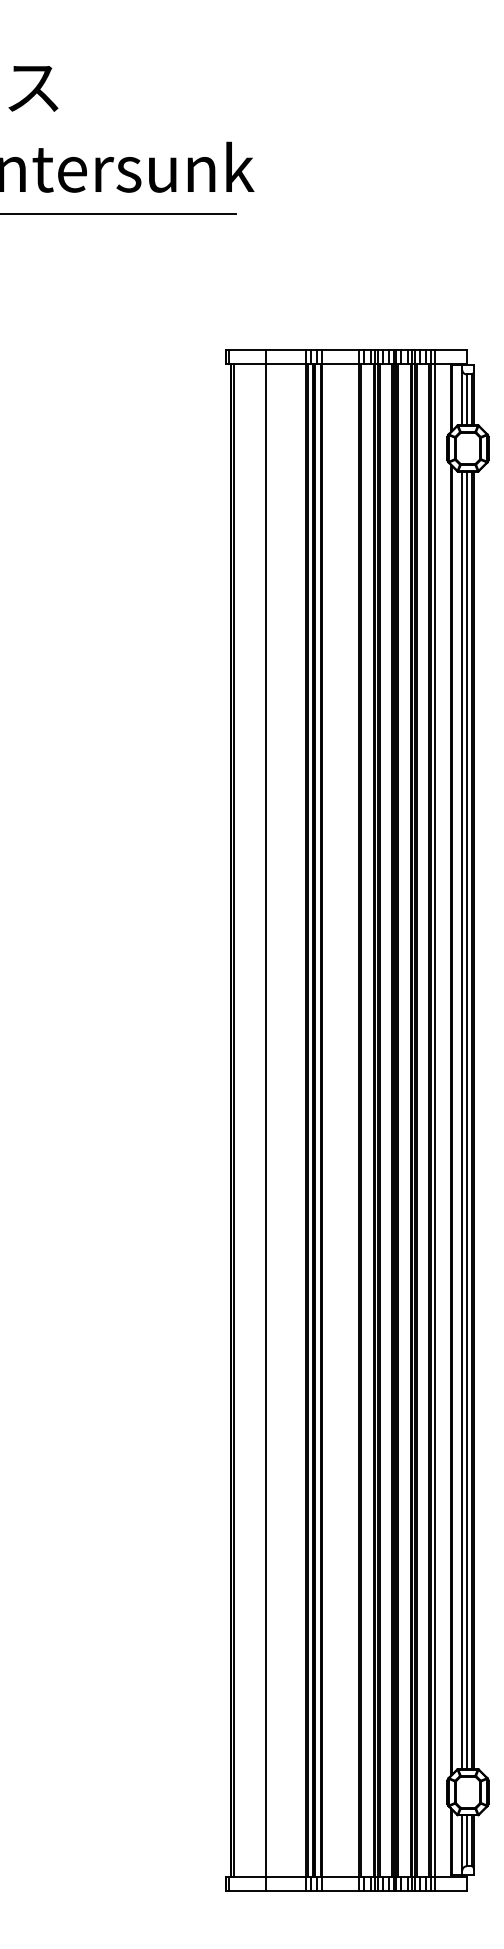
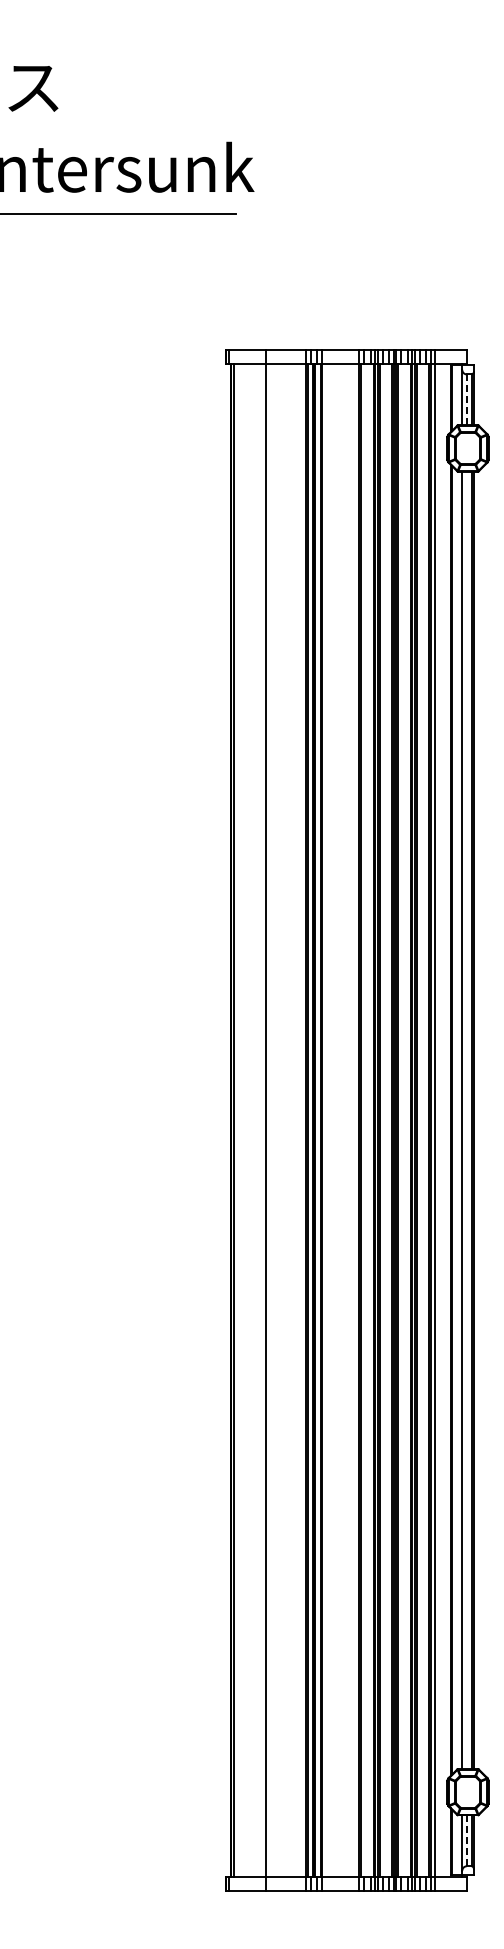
line at (466, 399): solid -> dashed
line at (466, 1120): present -> none
line at (466, 1840): solid -> dashed
